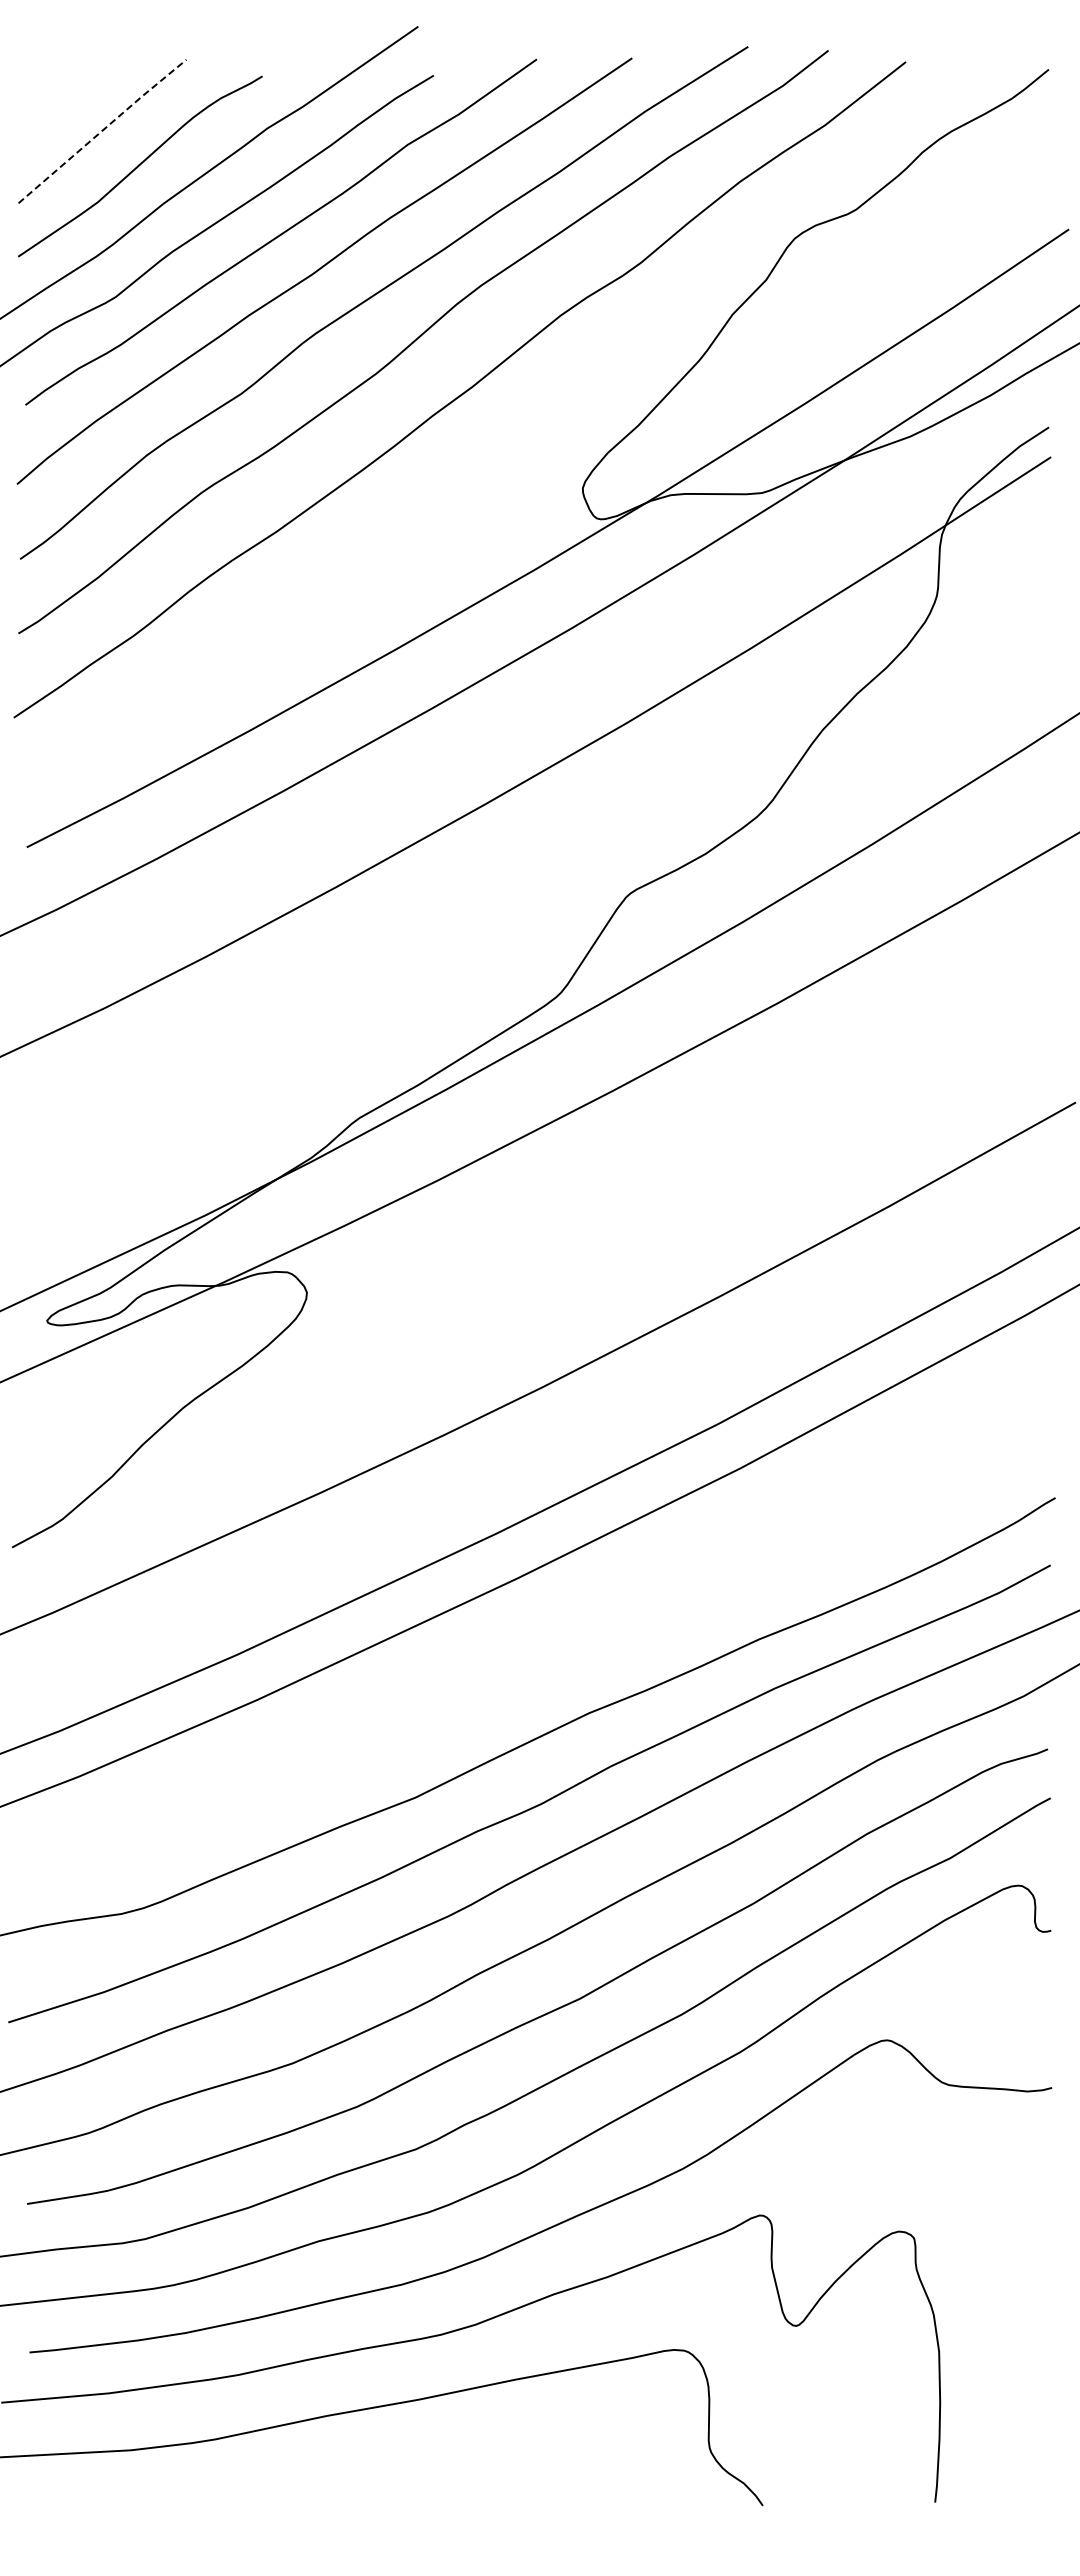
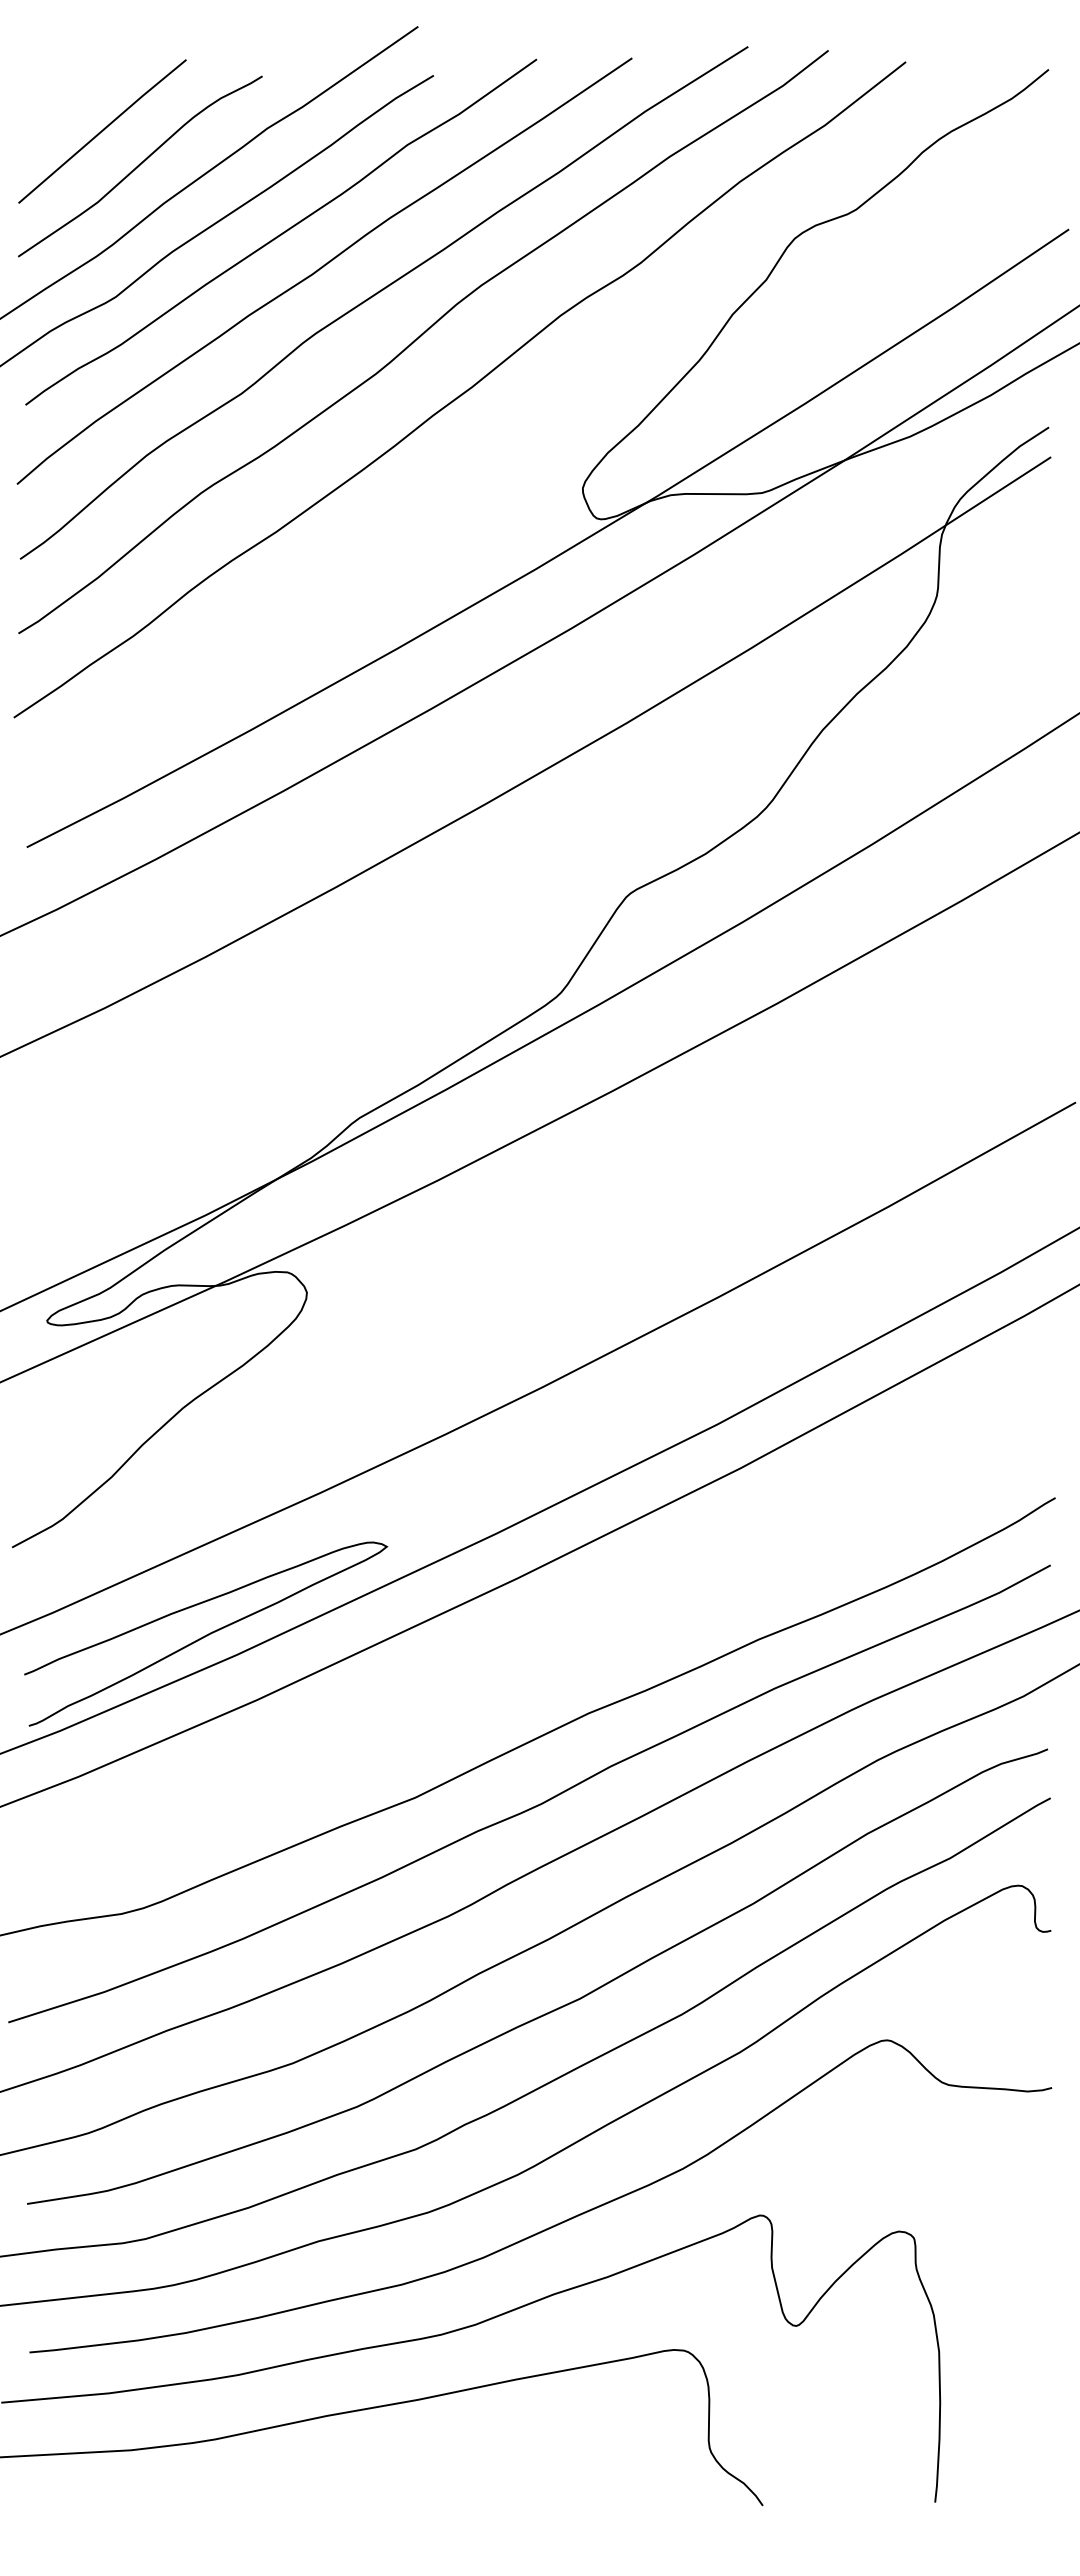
line at (102, 130): dashed -> solid
curve at (206, 1634): none -> present
